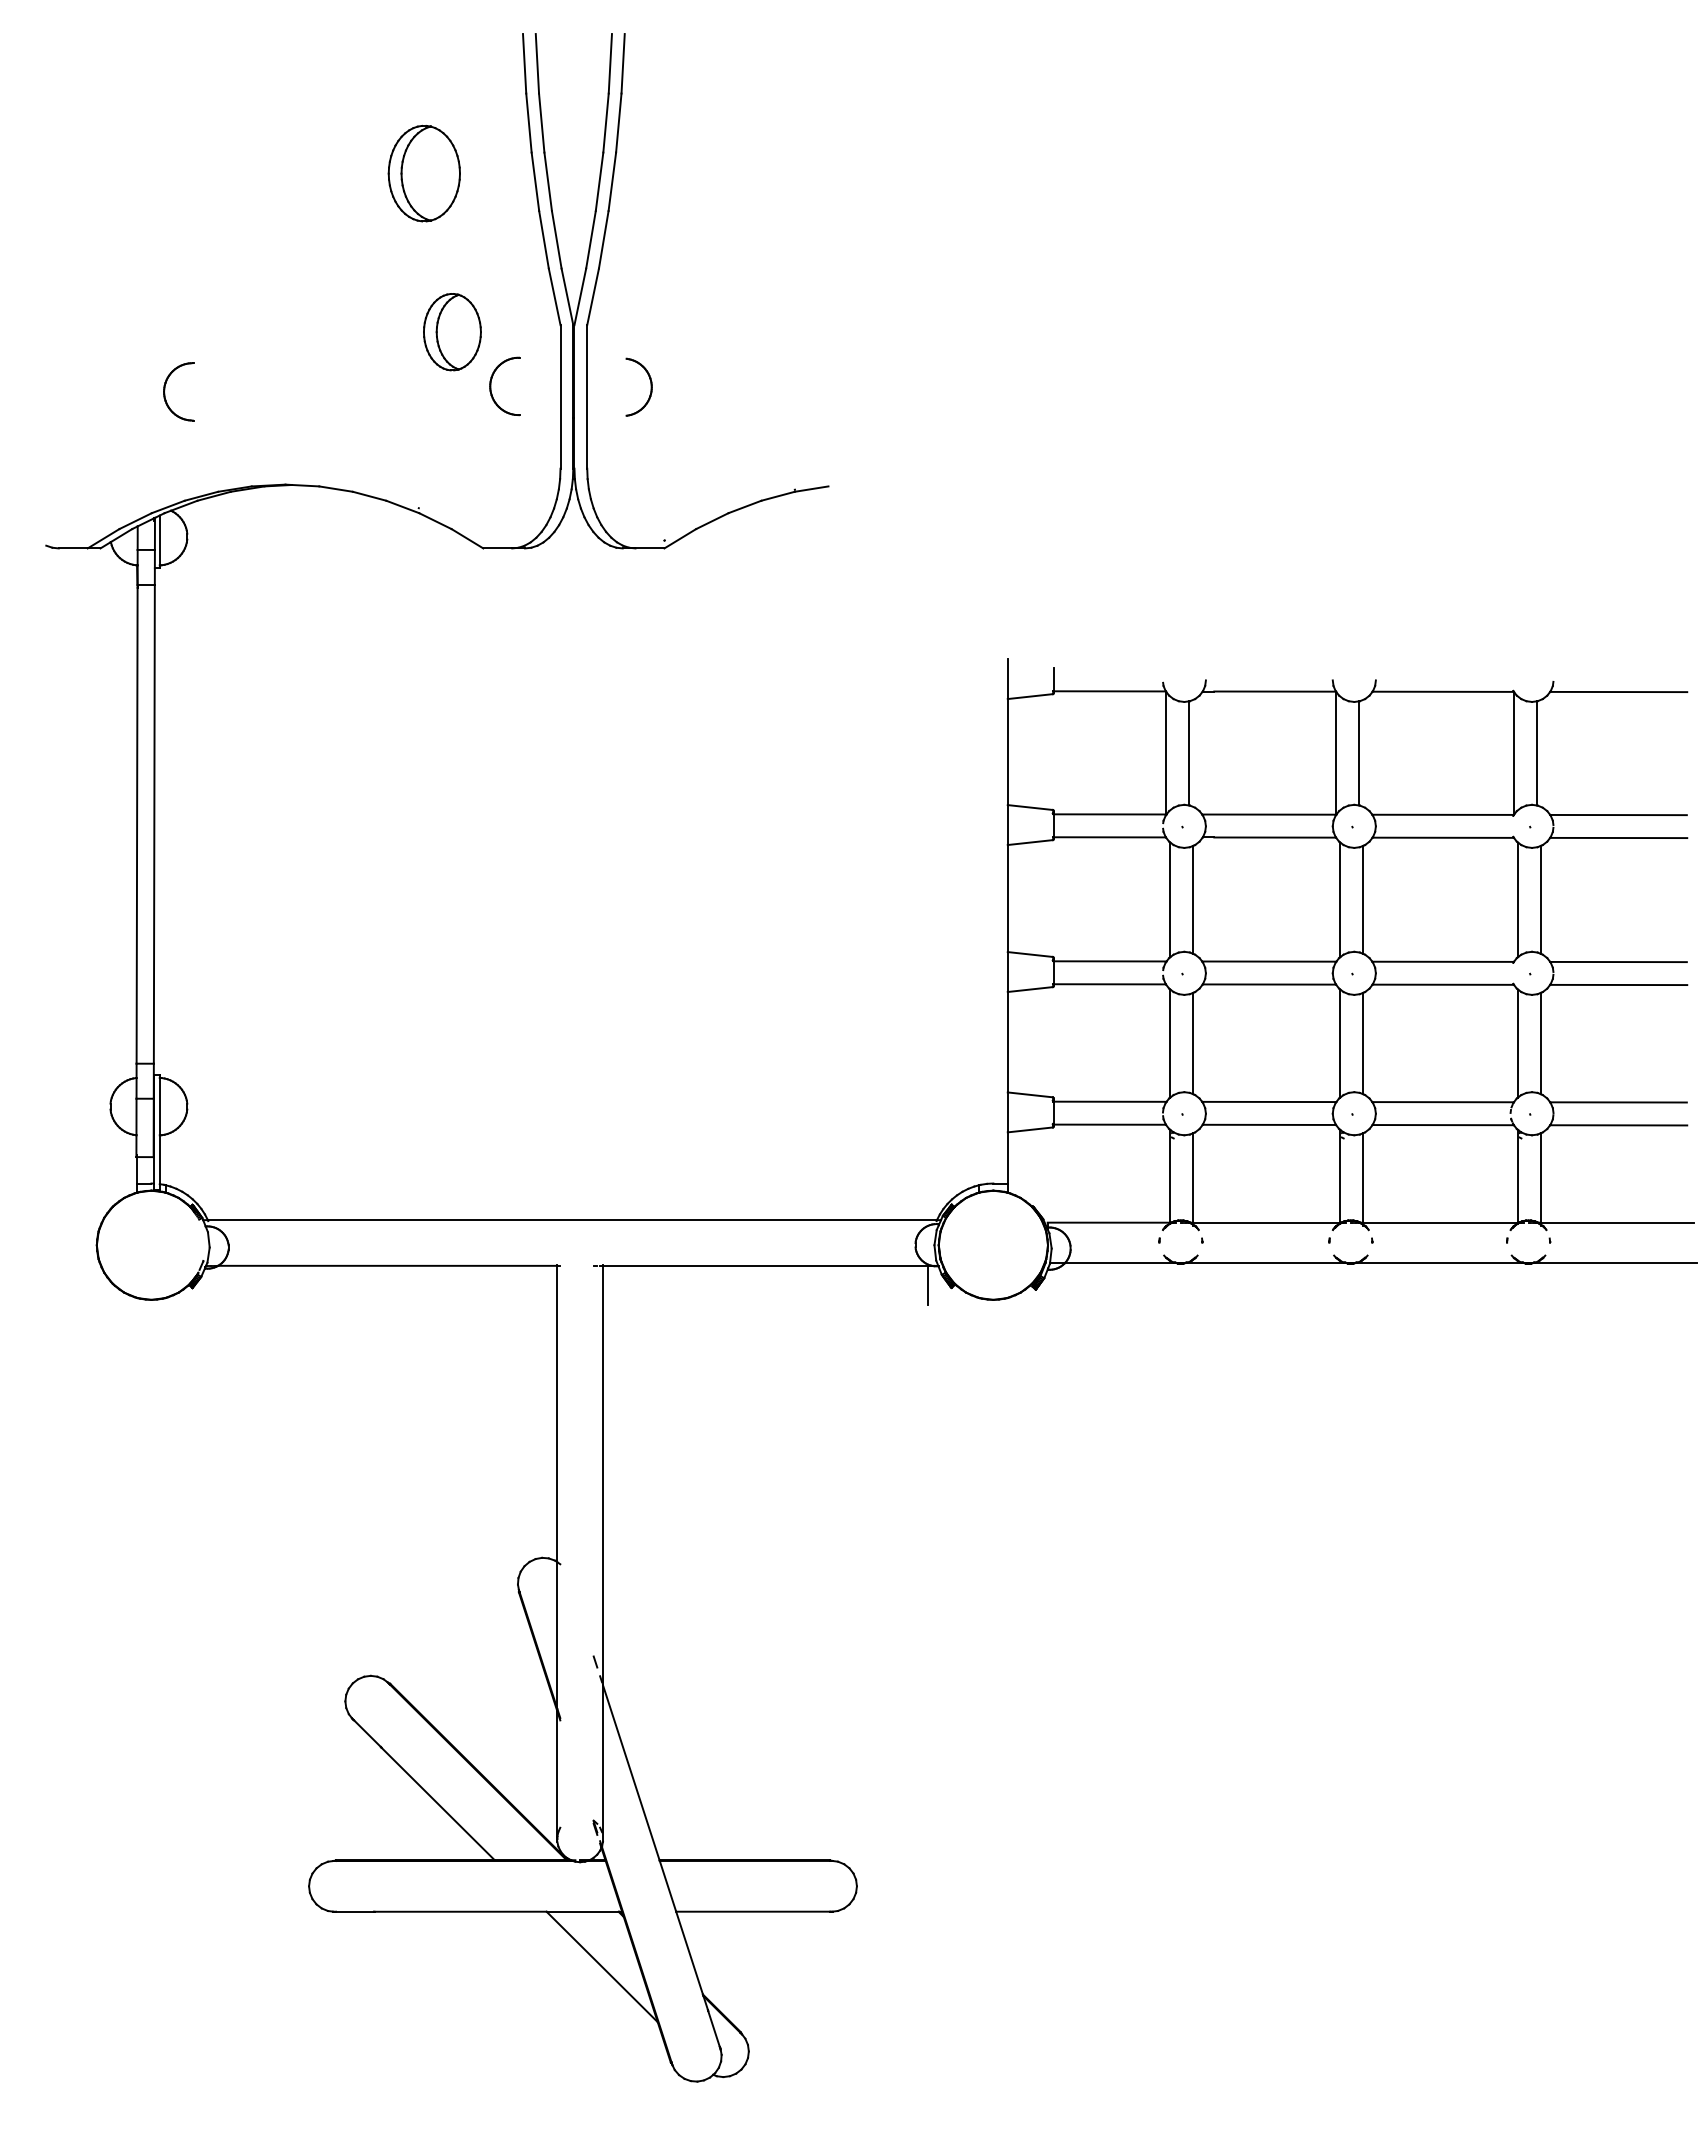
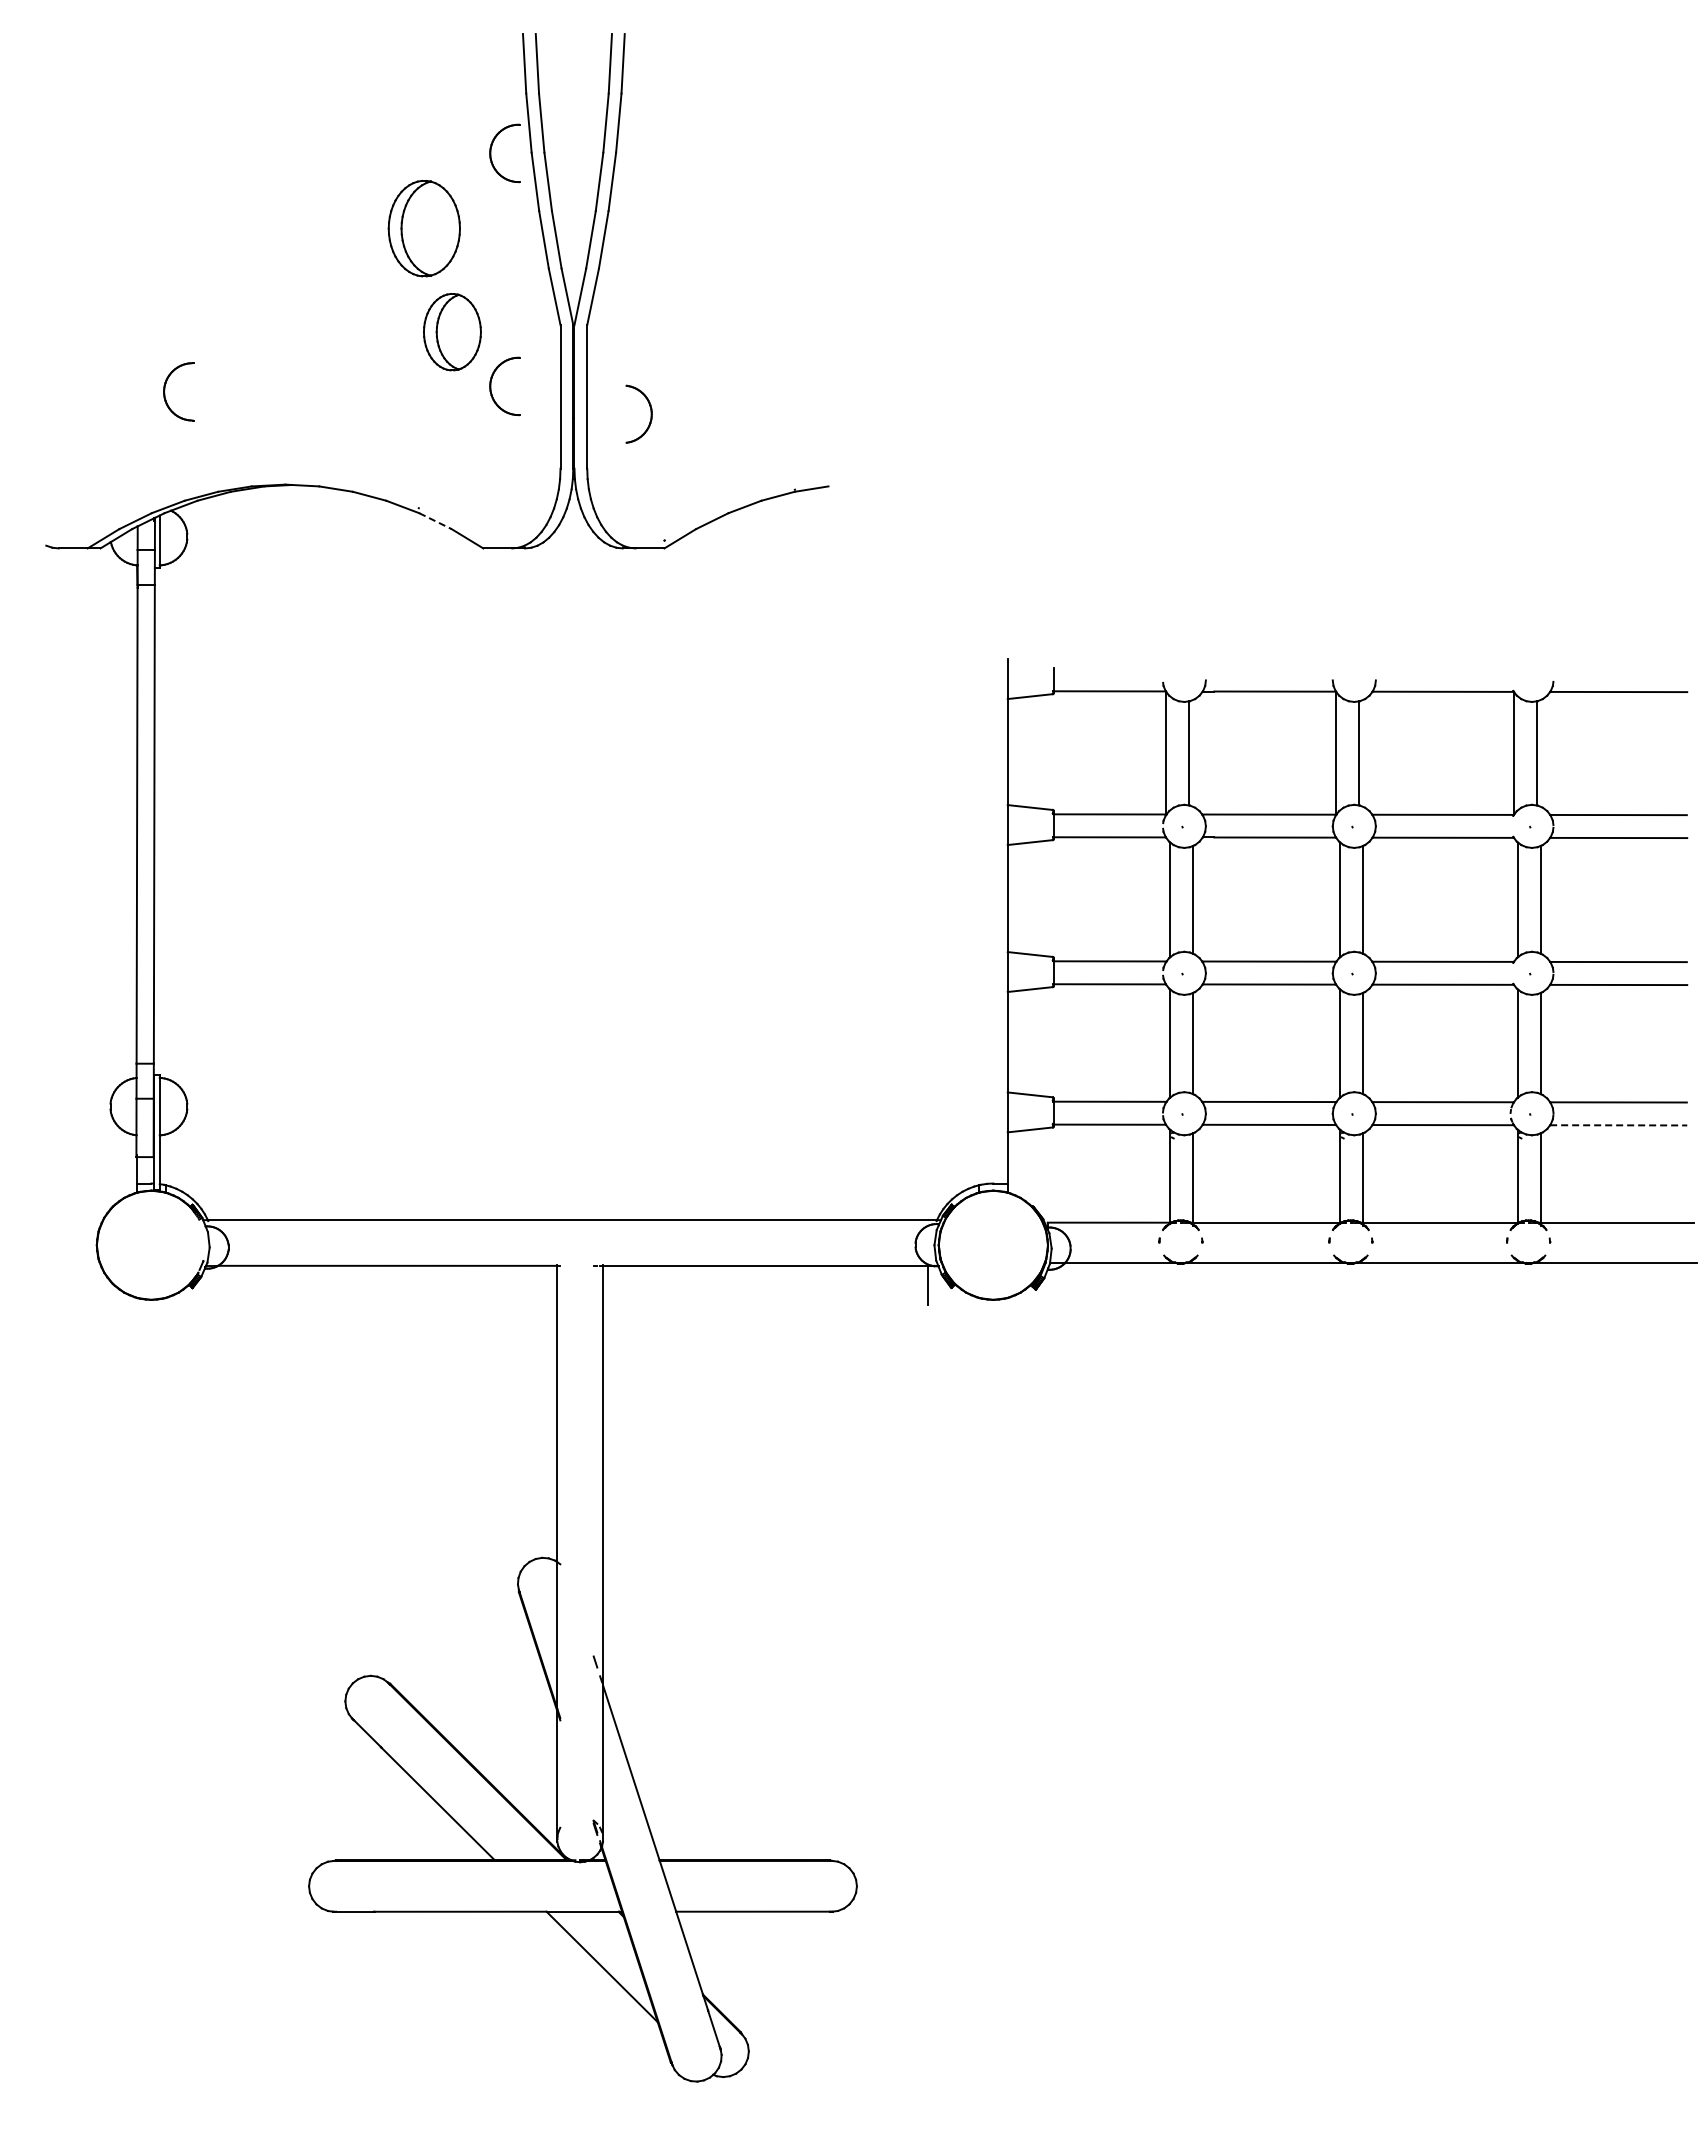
part at (491, 153): none -> present
part at (423, 173) position: (423, 173) -> (423, 228)
part at (650, 386) position: (650, 386) -> (650, 413)
line at (435, 521): solid -> dashed
line at (1618, 1125): solid -> dashed
